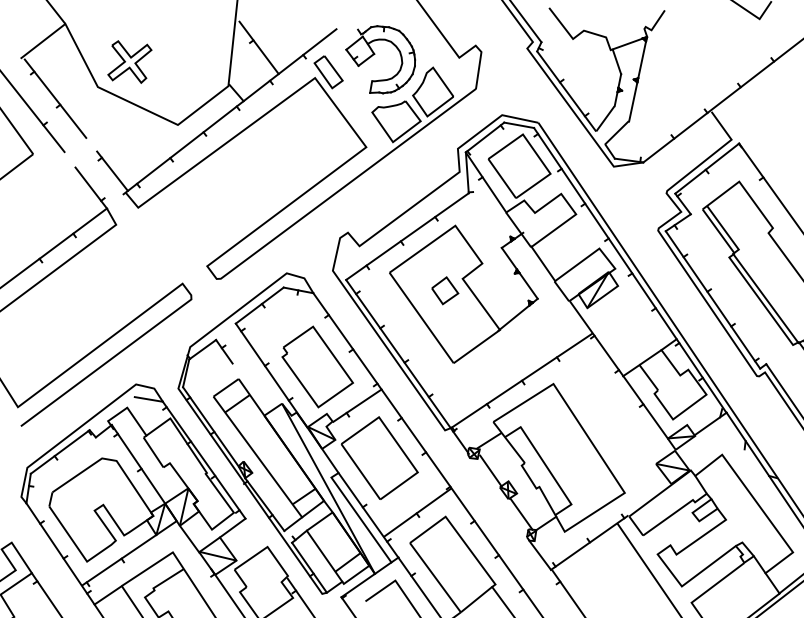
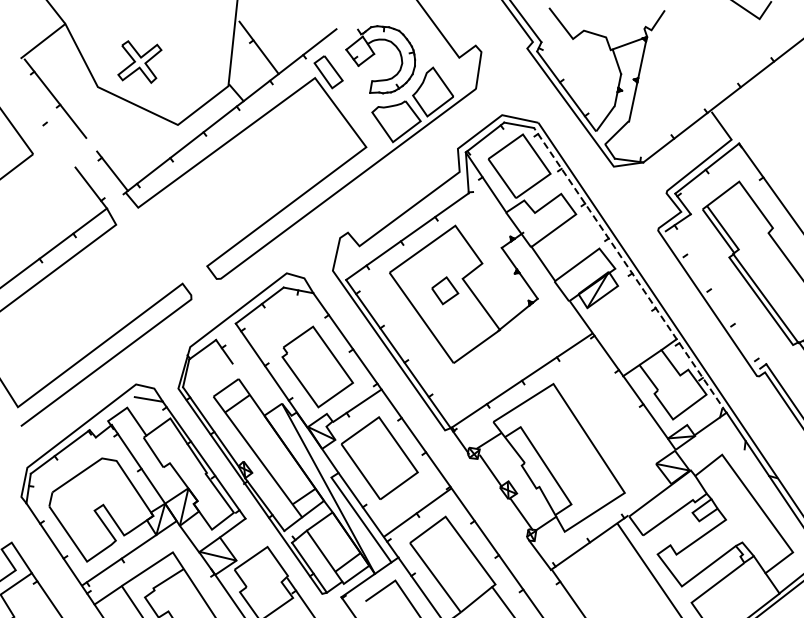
curve at (126, 61) position: (126, 61) -> (136, 61)
line at (33, 112): present -> none
line at (630, 270): solid -> dashed
line at (712, 299): present -> none
